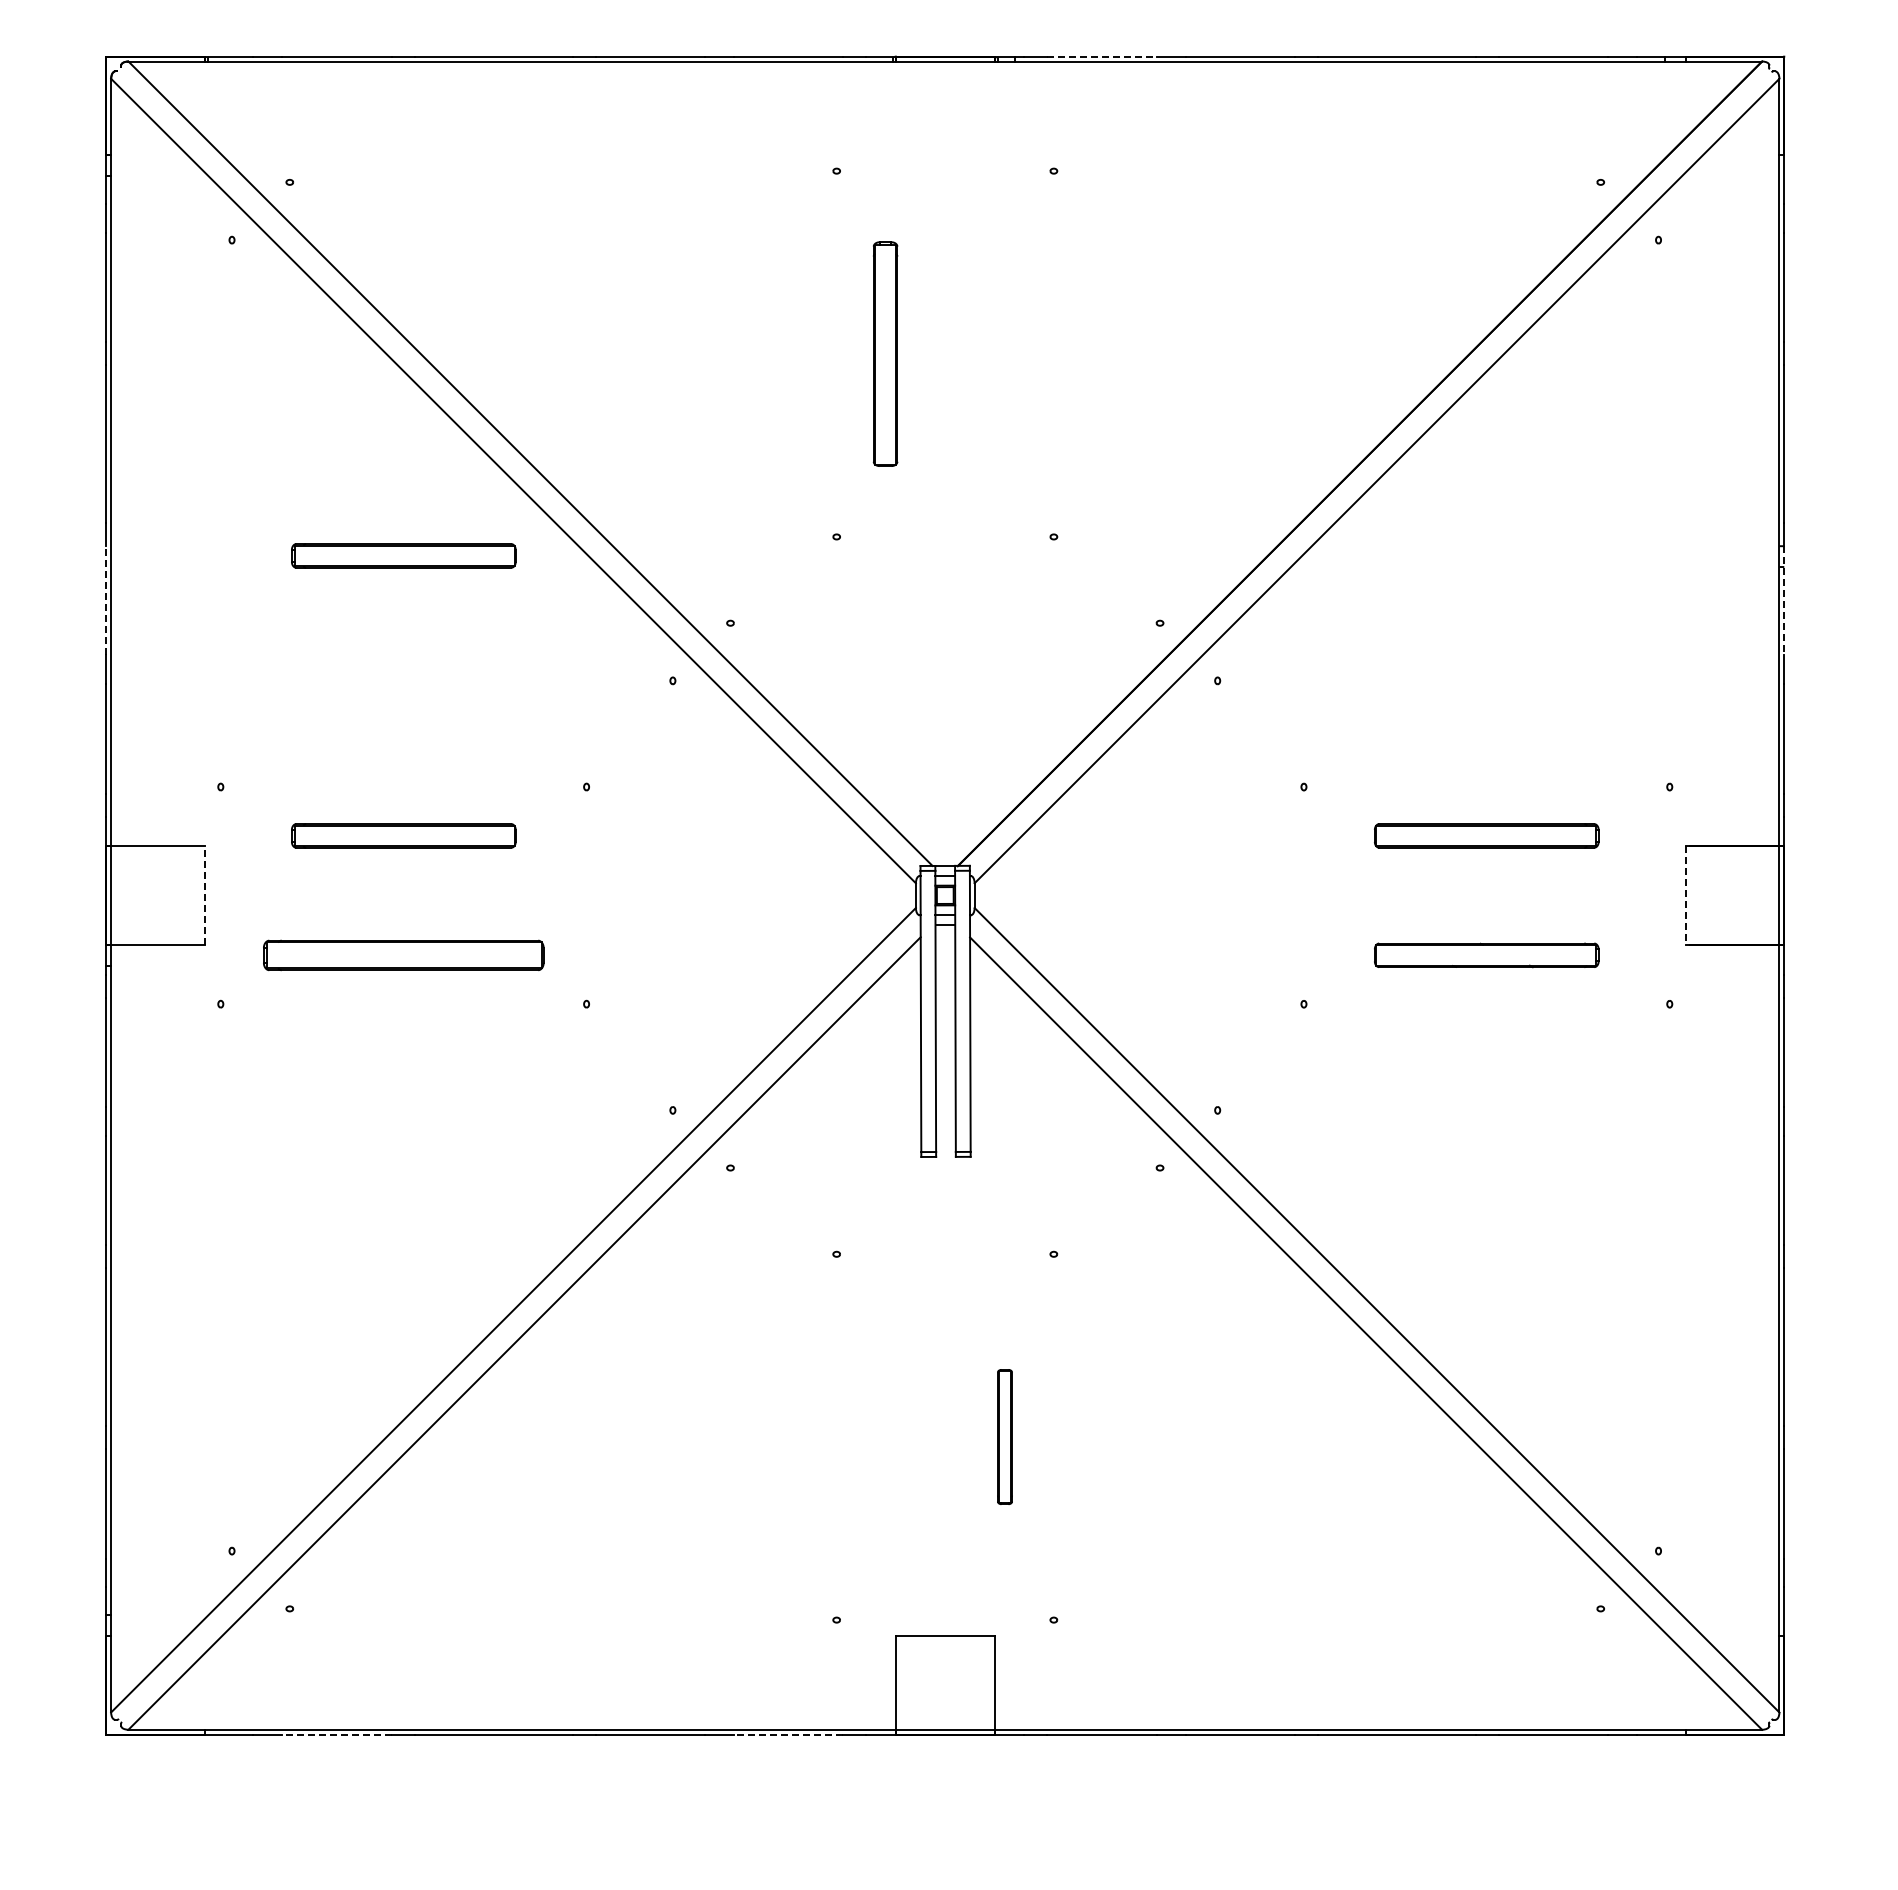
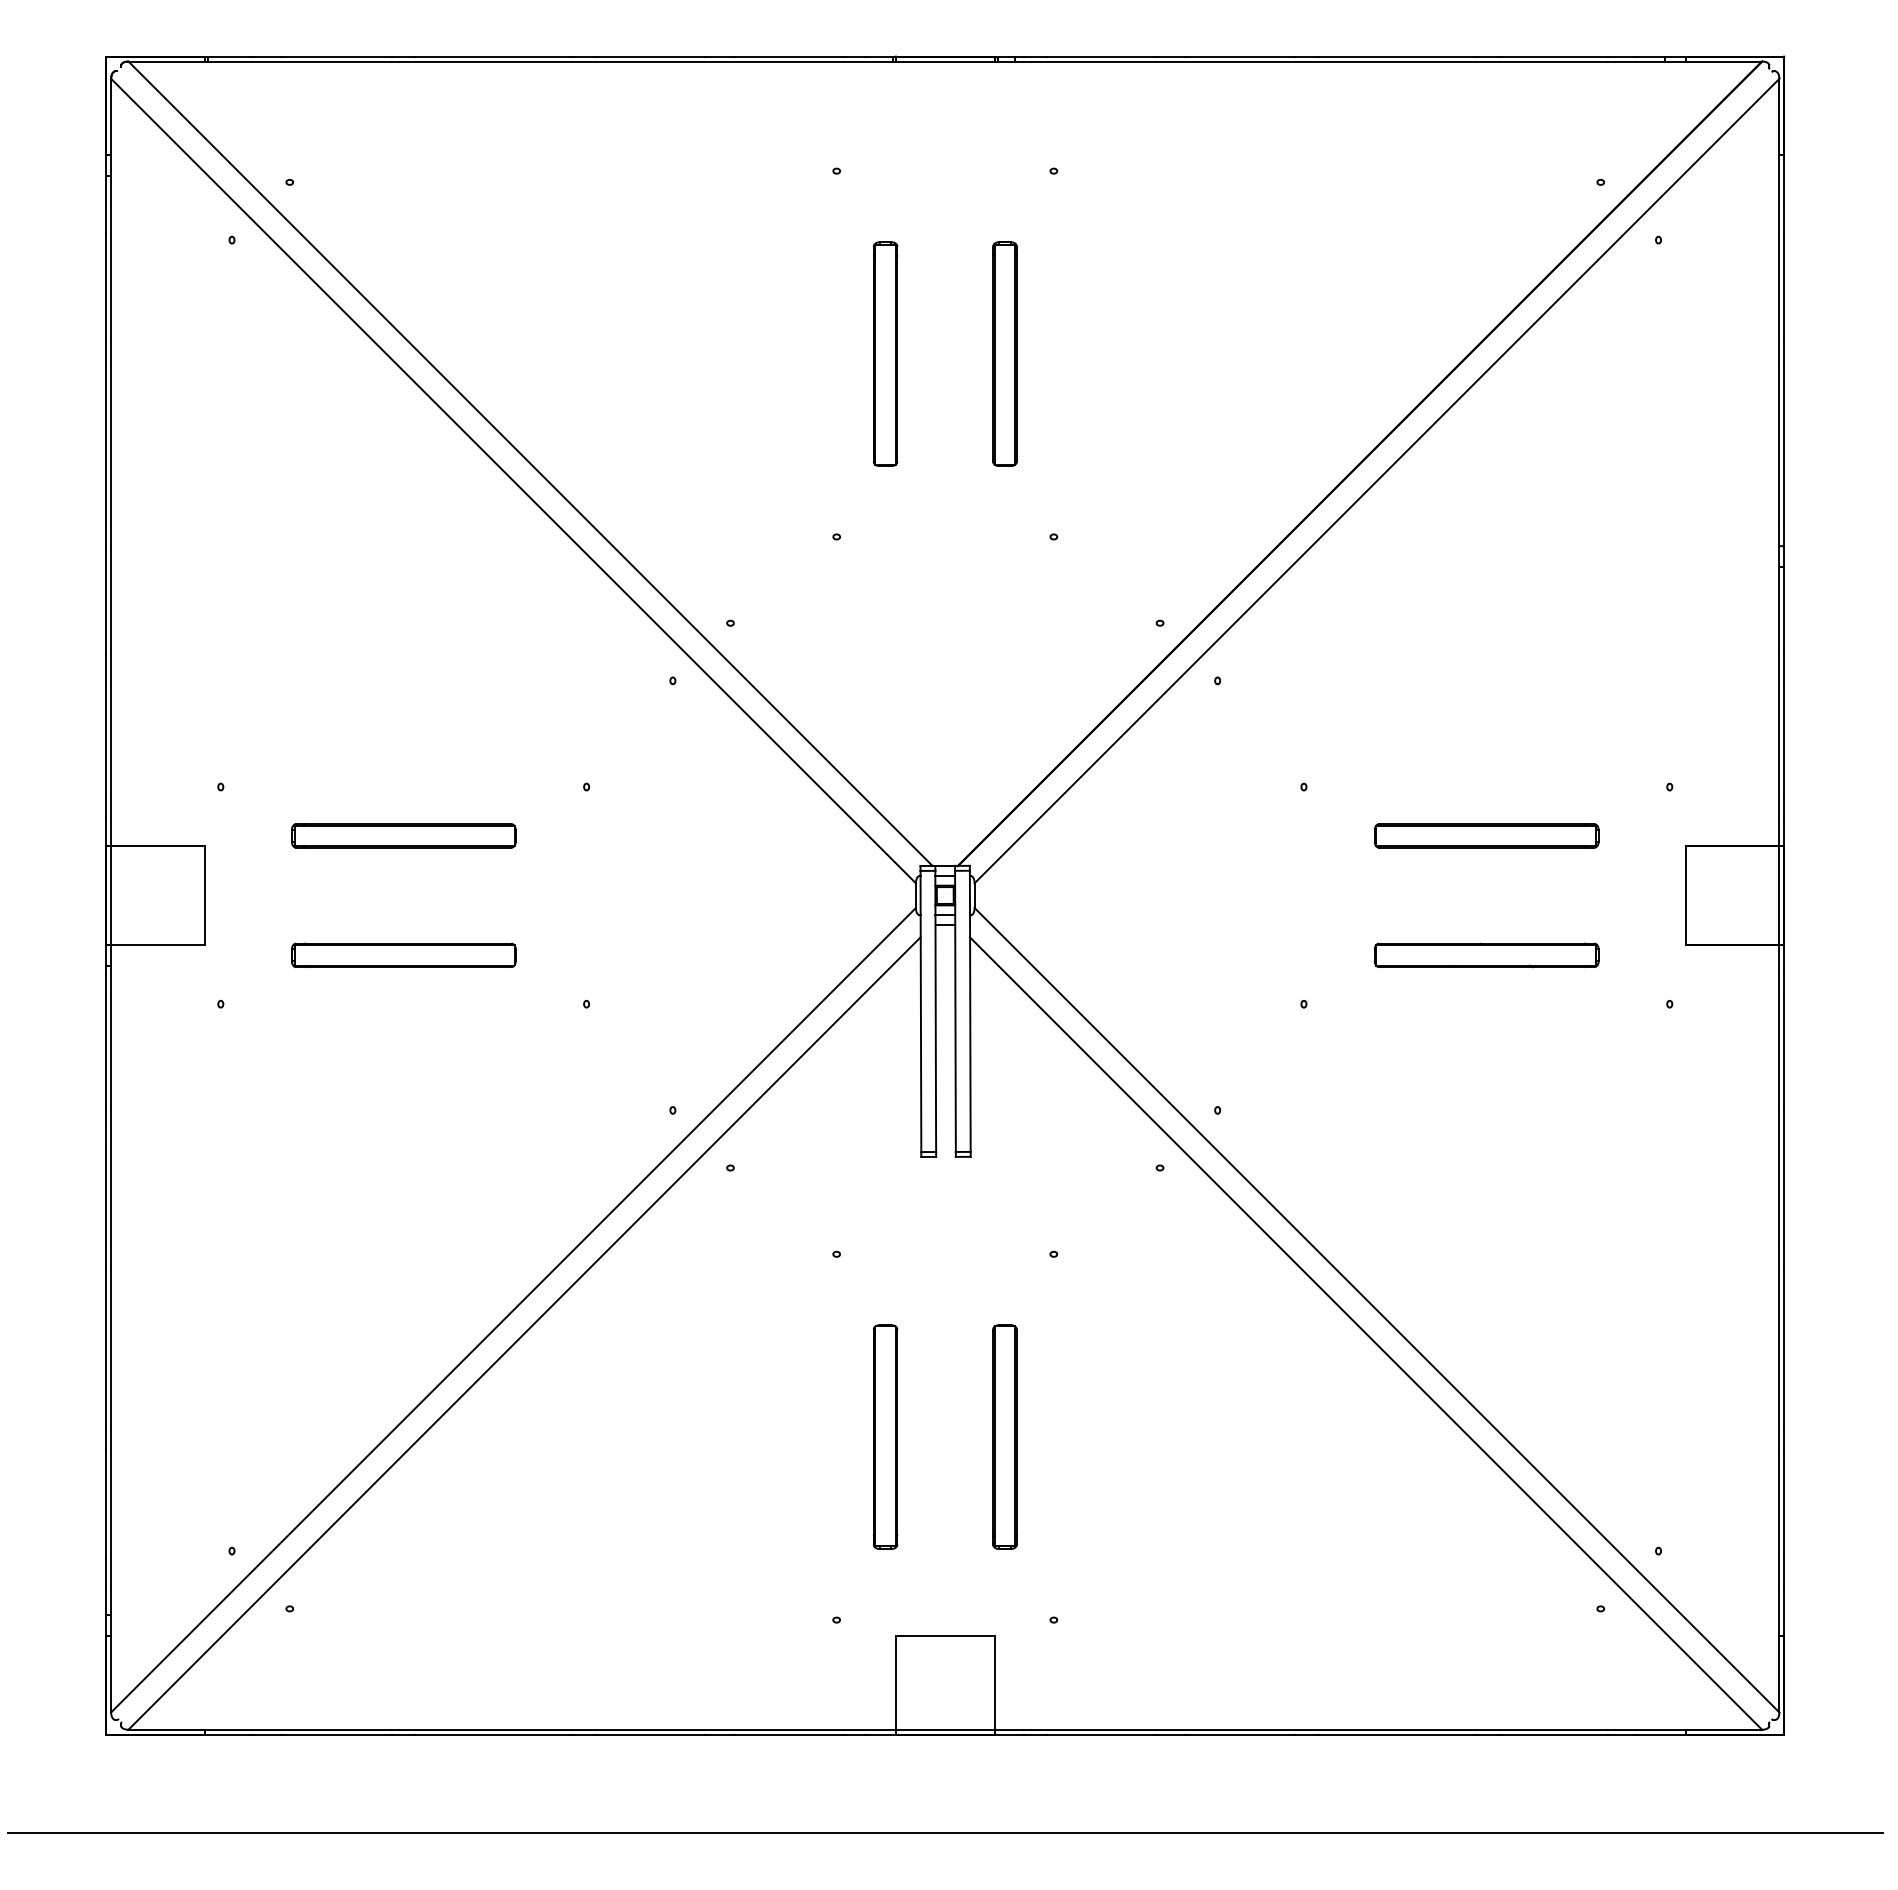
line at (1101, 56): dashed -> solid
part at (1004, 353): none -> present
part at (403, 555): present -> none
line at (106, 600): dashed -> solid
line at (1784, 600): dashed -> solid
line at (204, 895): dashed -> solid
line at (1685, 896): dashed -> solid
part at (403, 955) size: 282x33 px -> 226x26 px
part at (885, 1436): none -> present
part at (1004, 1436) size: 16x136 px -> 26x226 px
line at (337, 1734): dashed -> solid
line at (788, 1734): dashed -> solid
line at (944, 1833): none -> present
